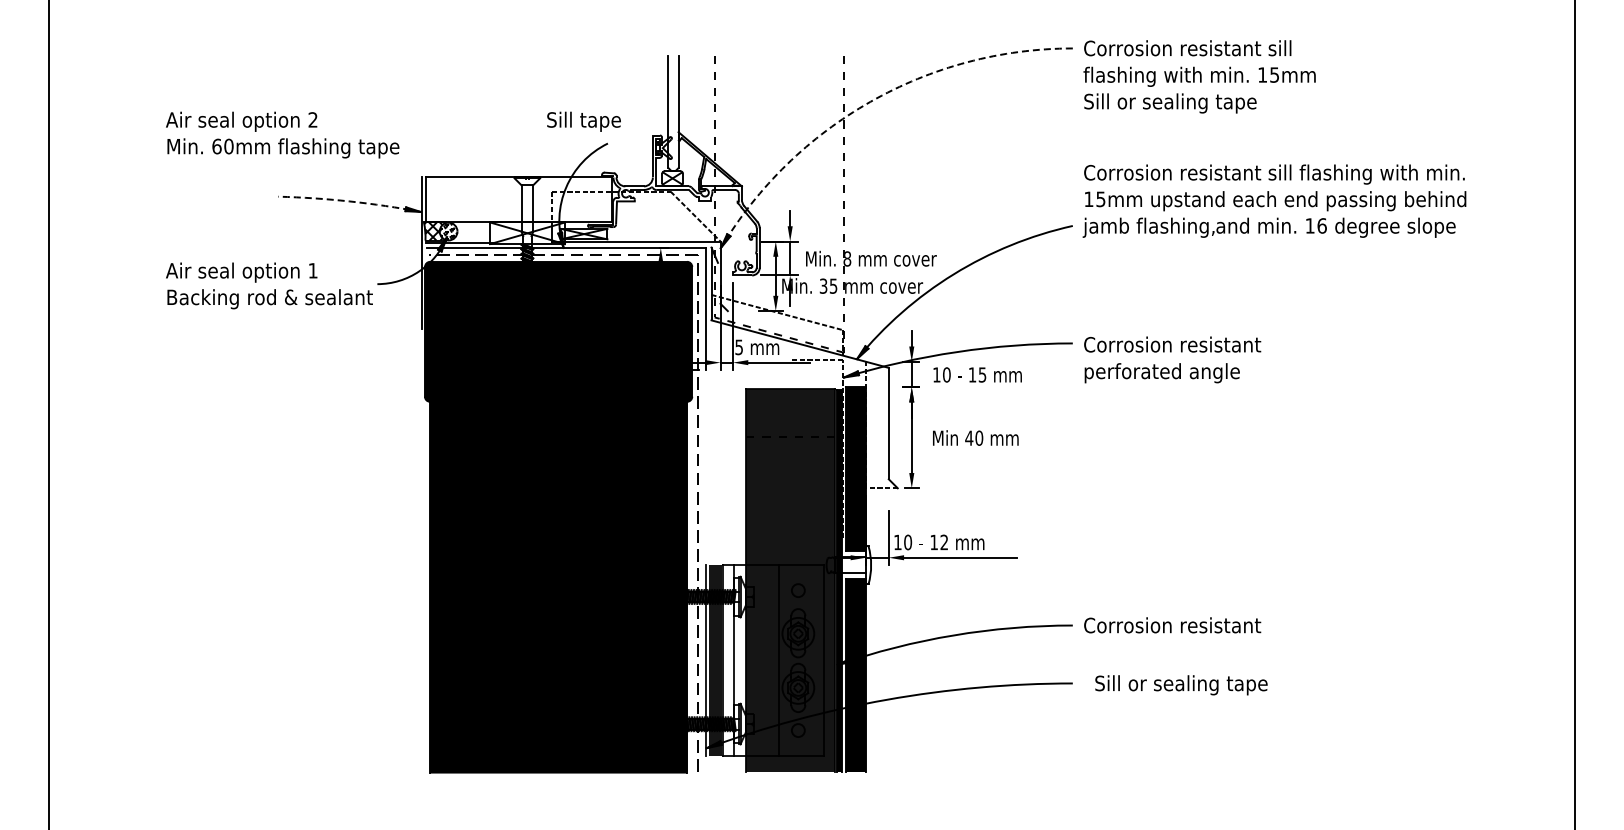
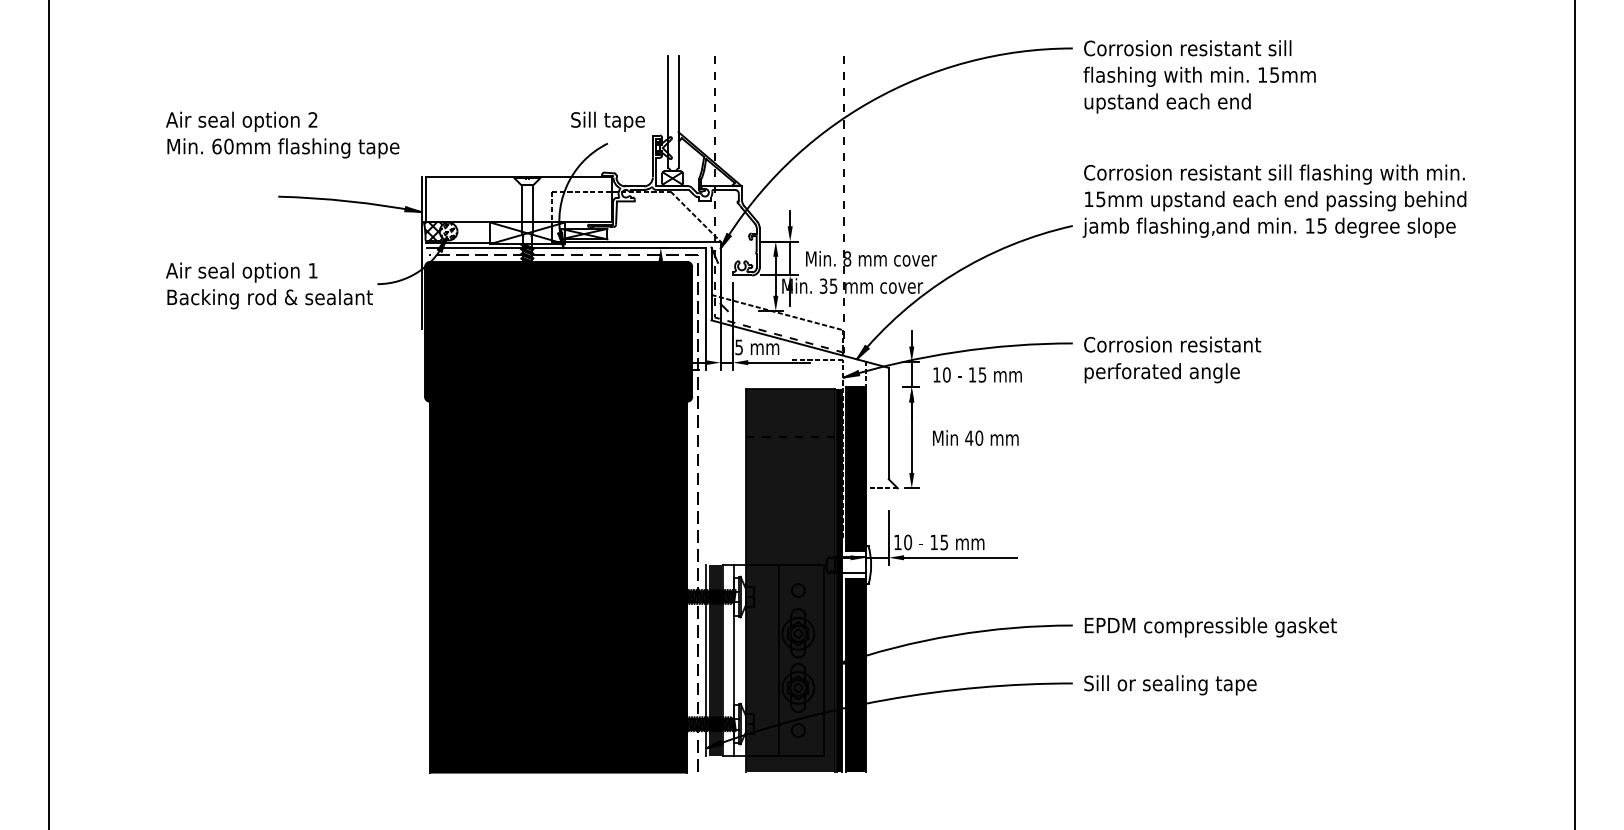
arc at (870, 101): dashed -> solid
text at (1170, 103): Sill or sealing tape -> upstand each end
text at (583, 121) position: (583, 121) -> (607, 121)
arc at (349, 201): dashed -> solid
text at (1321, 225): 16 -> 15
text at (944, 542): 12 -> 15
text at (1210, 627): Corrosion resistant -> EPDM compressible gasket
text at (1181, 685) position: (1181, 685) -> (1170, 685)
